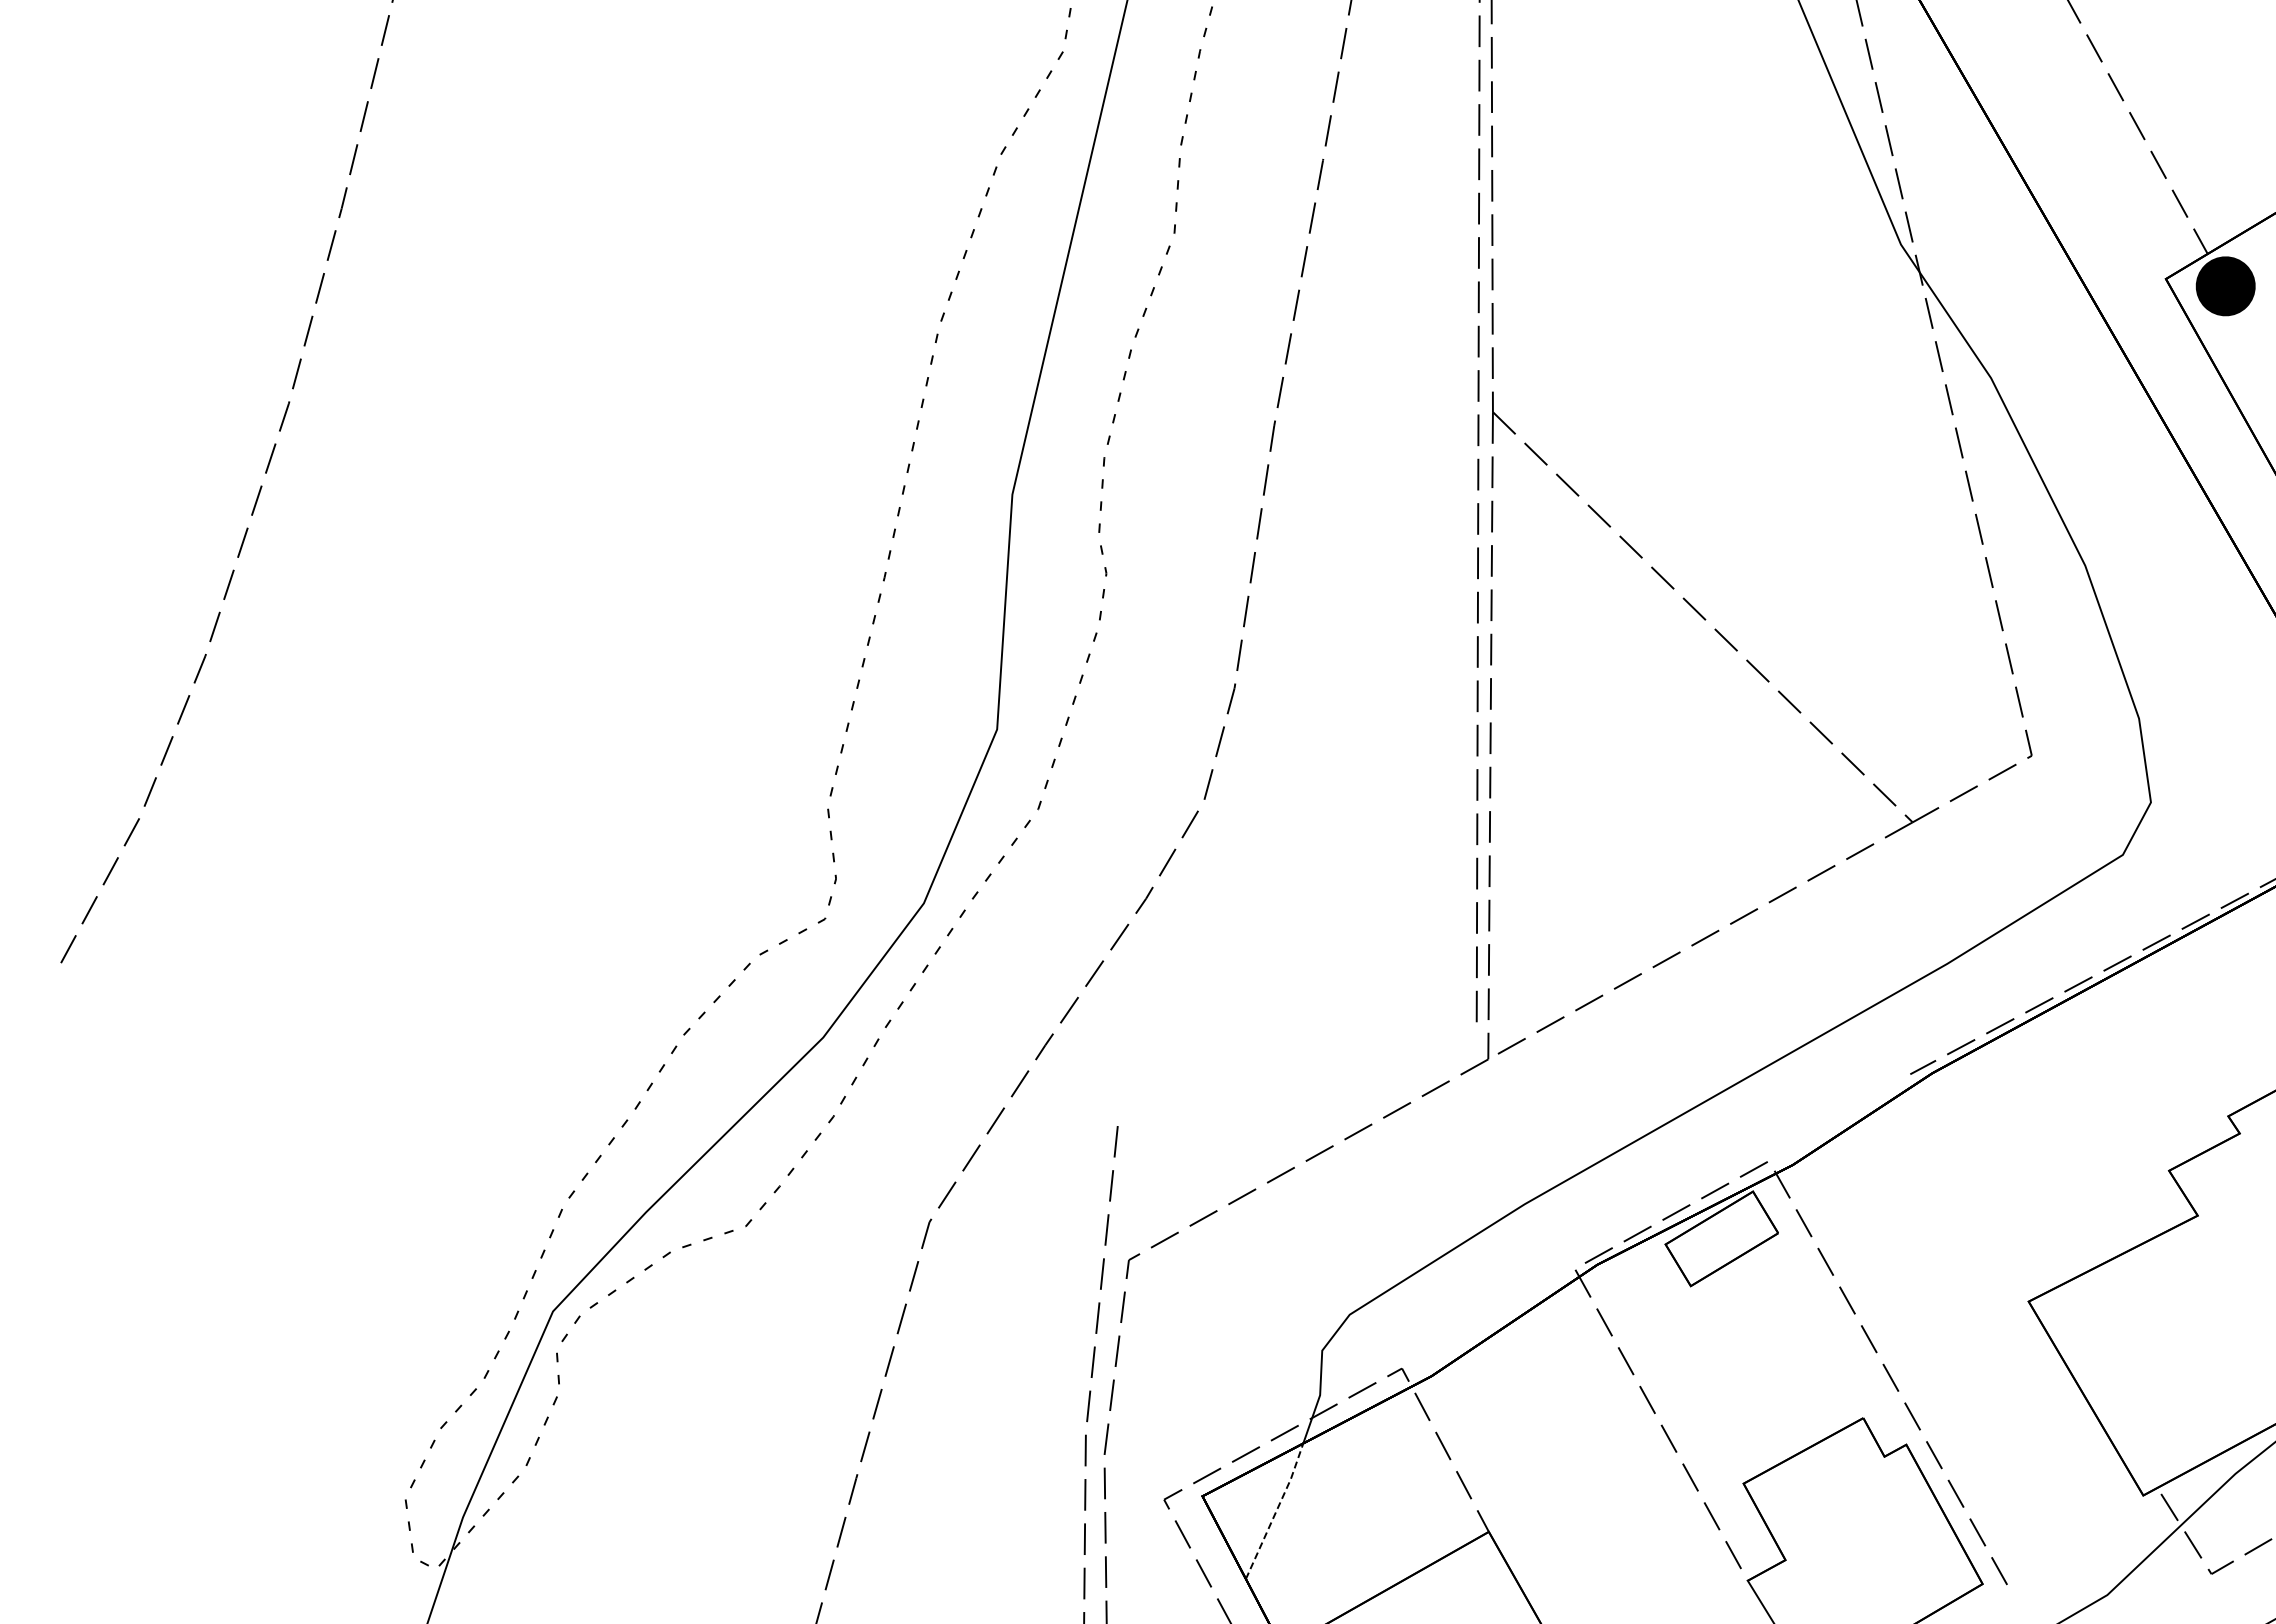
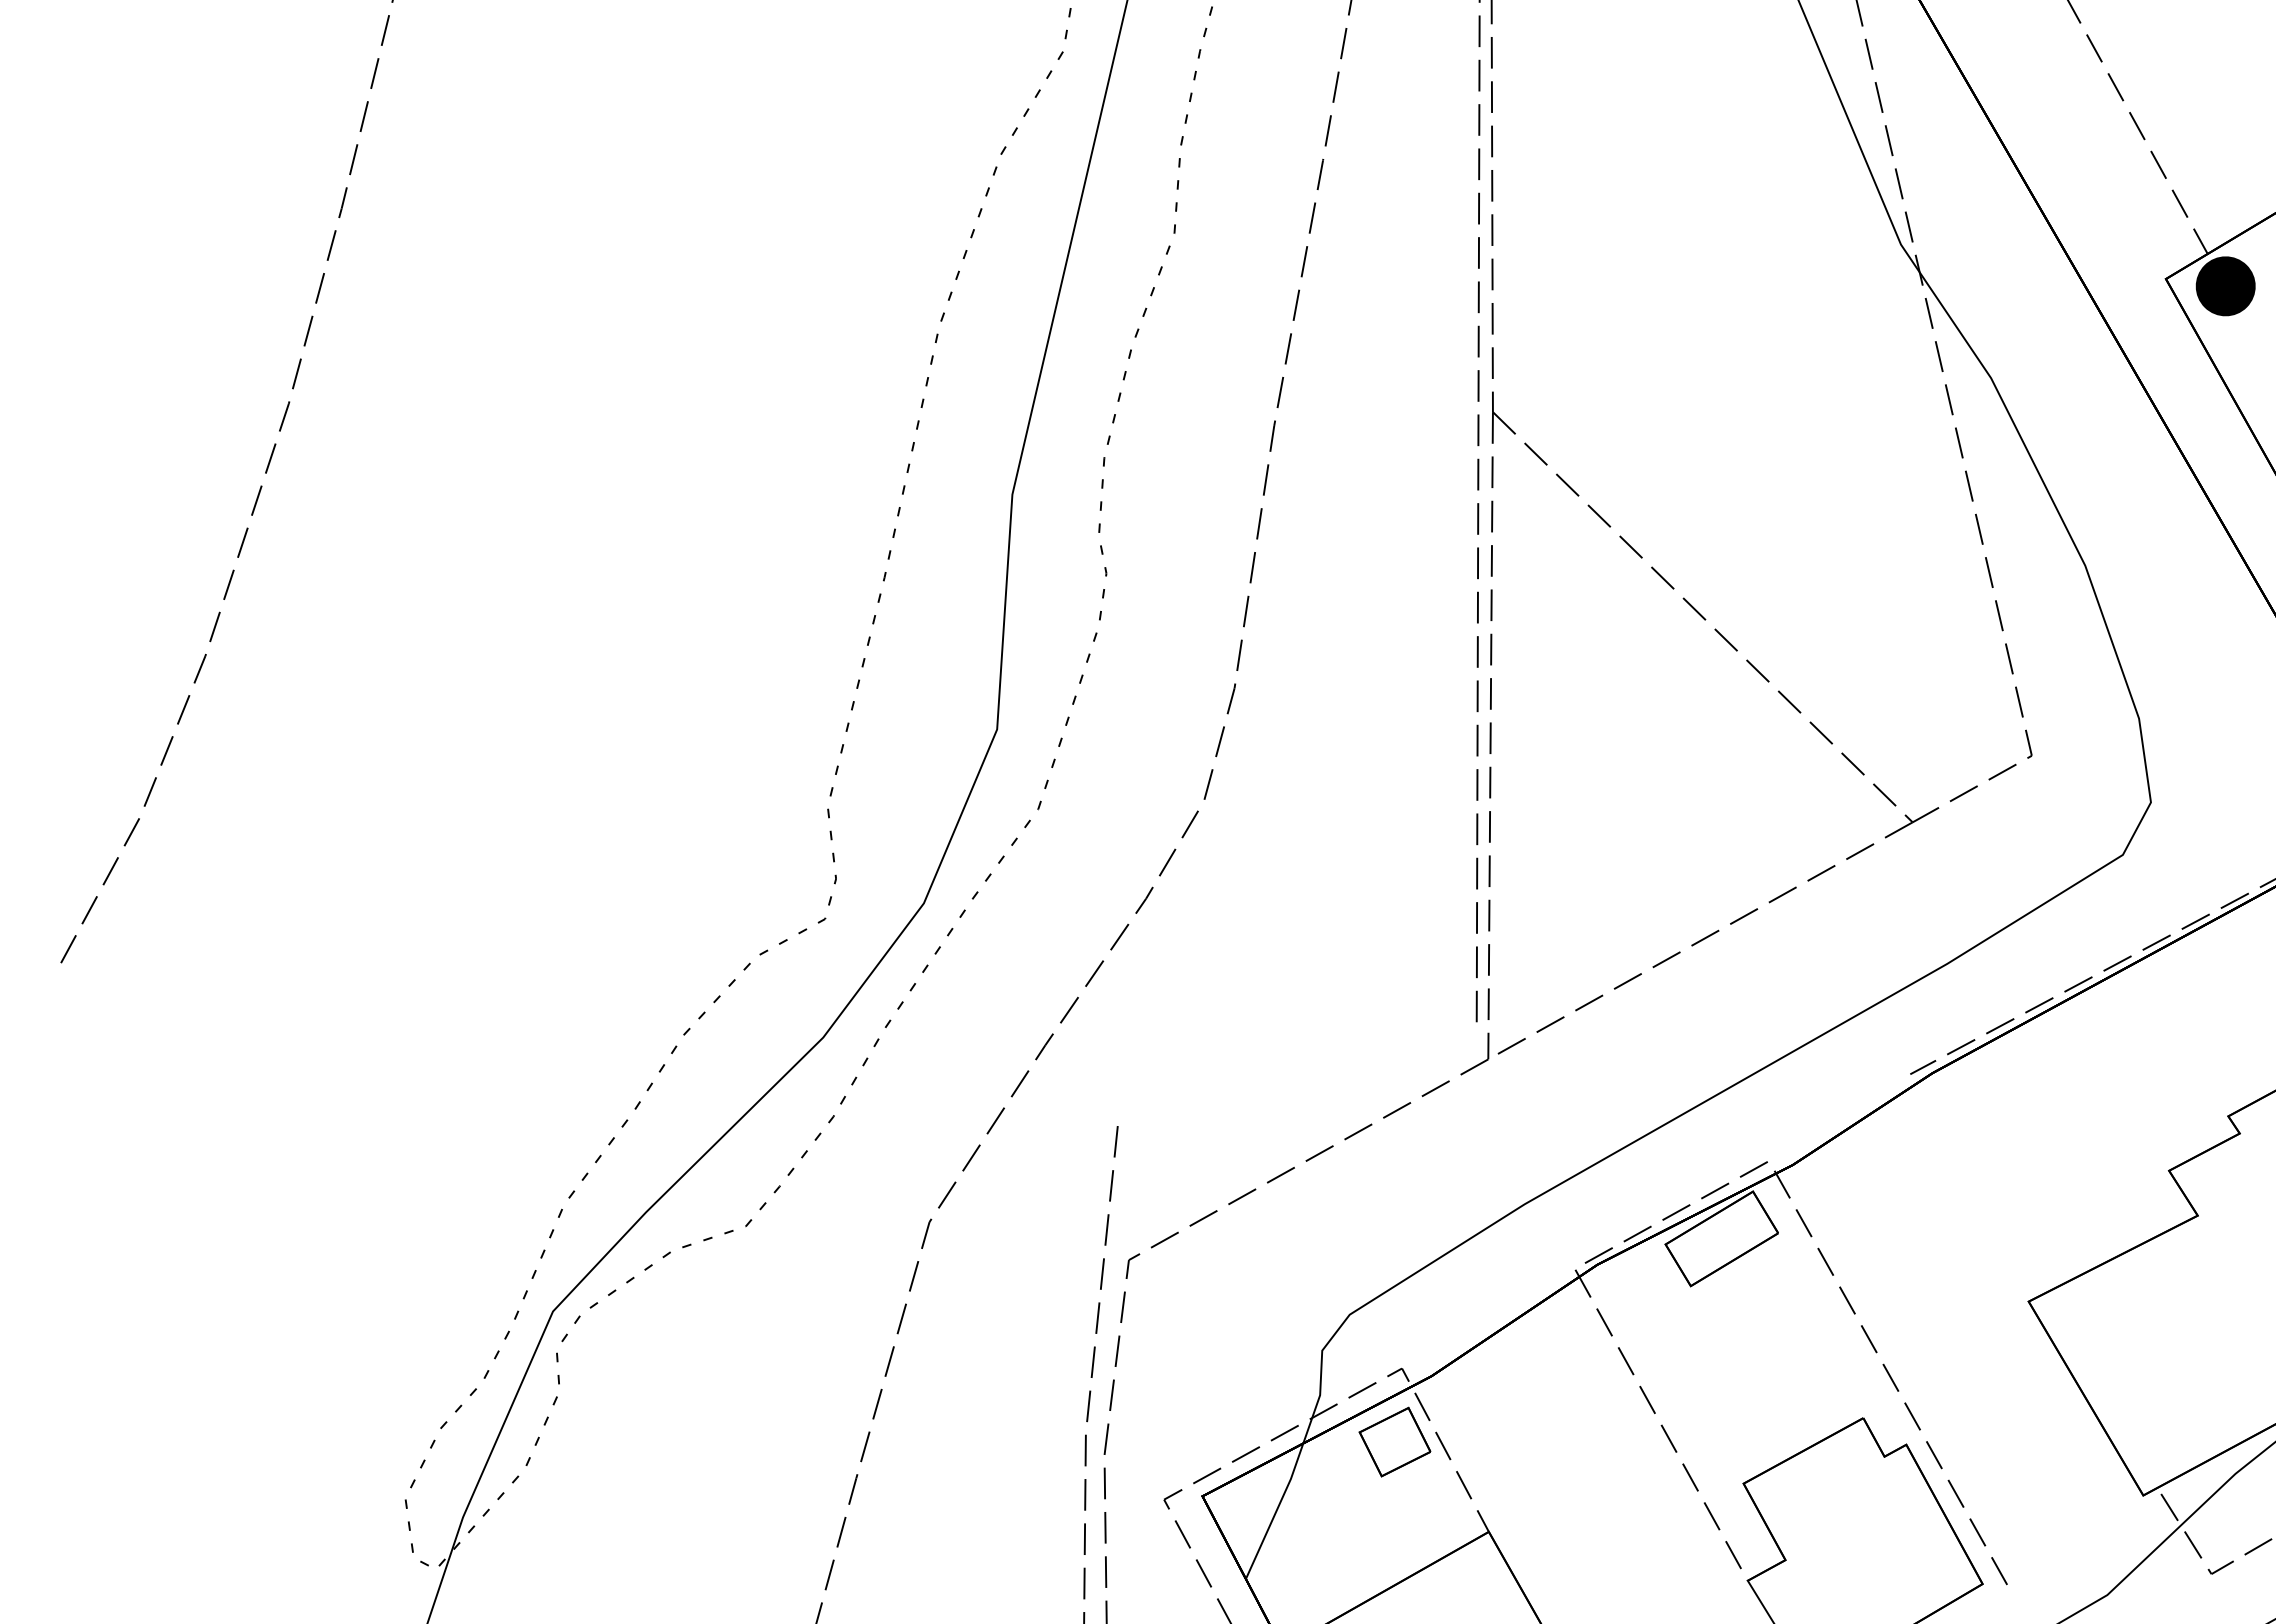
part at (1394, 1441): none -> present
line at (1276, 1510): dashed -> solid
